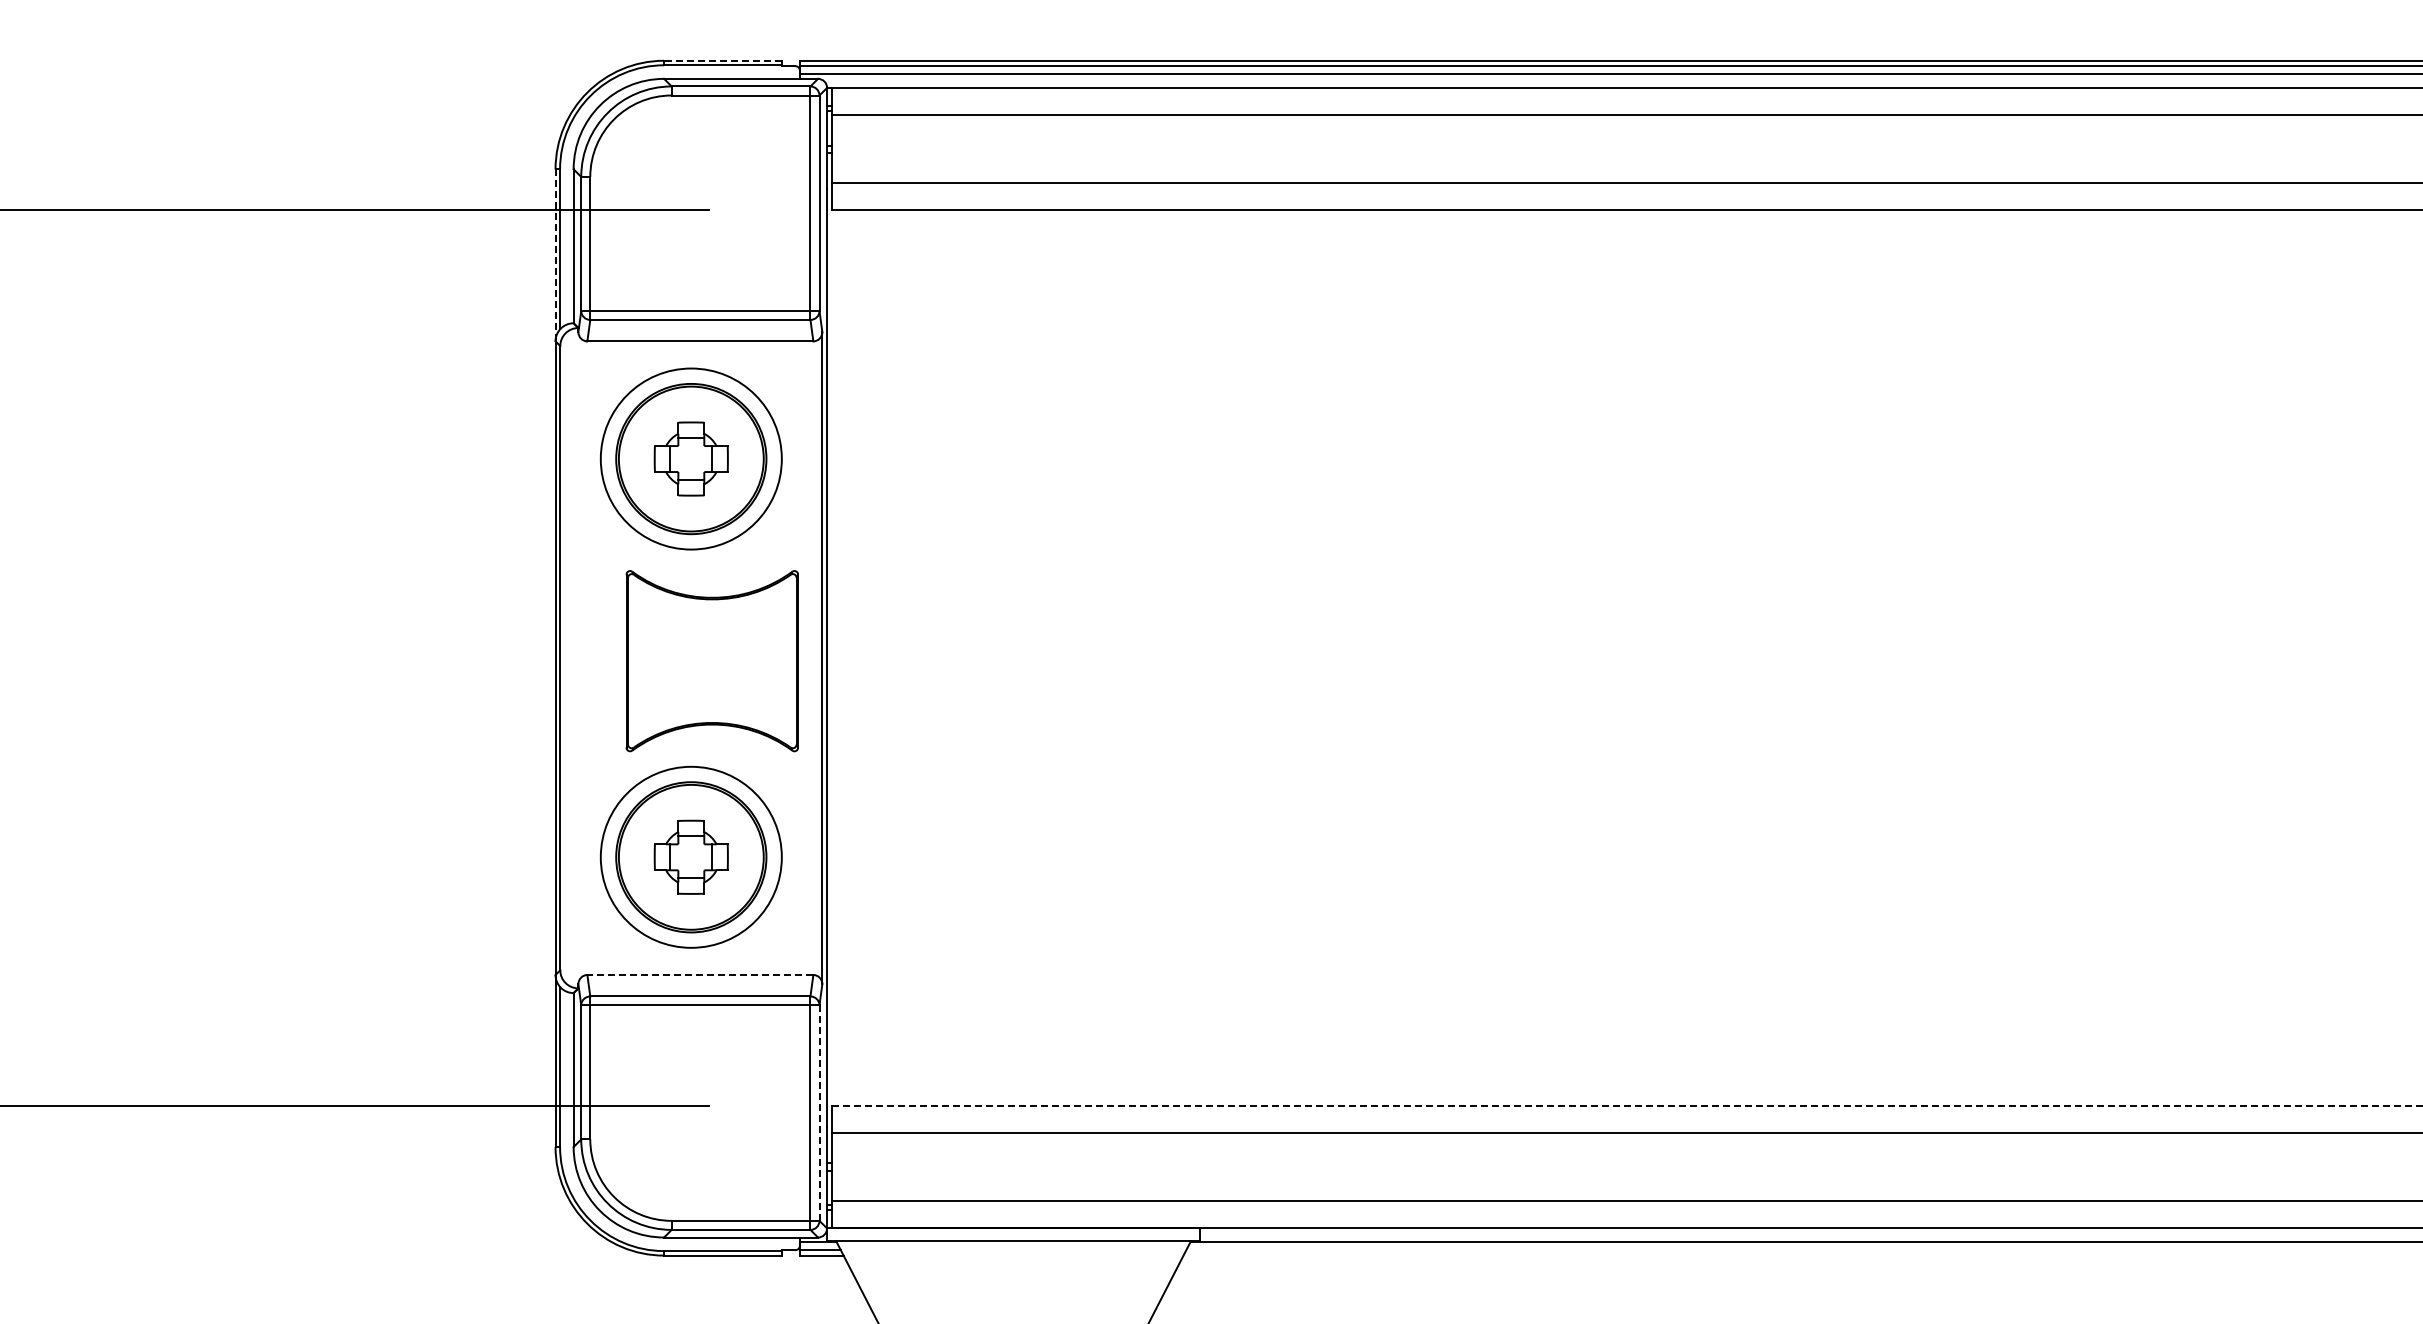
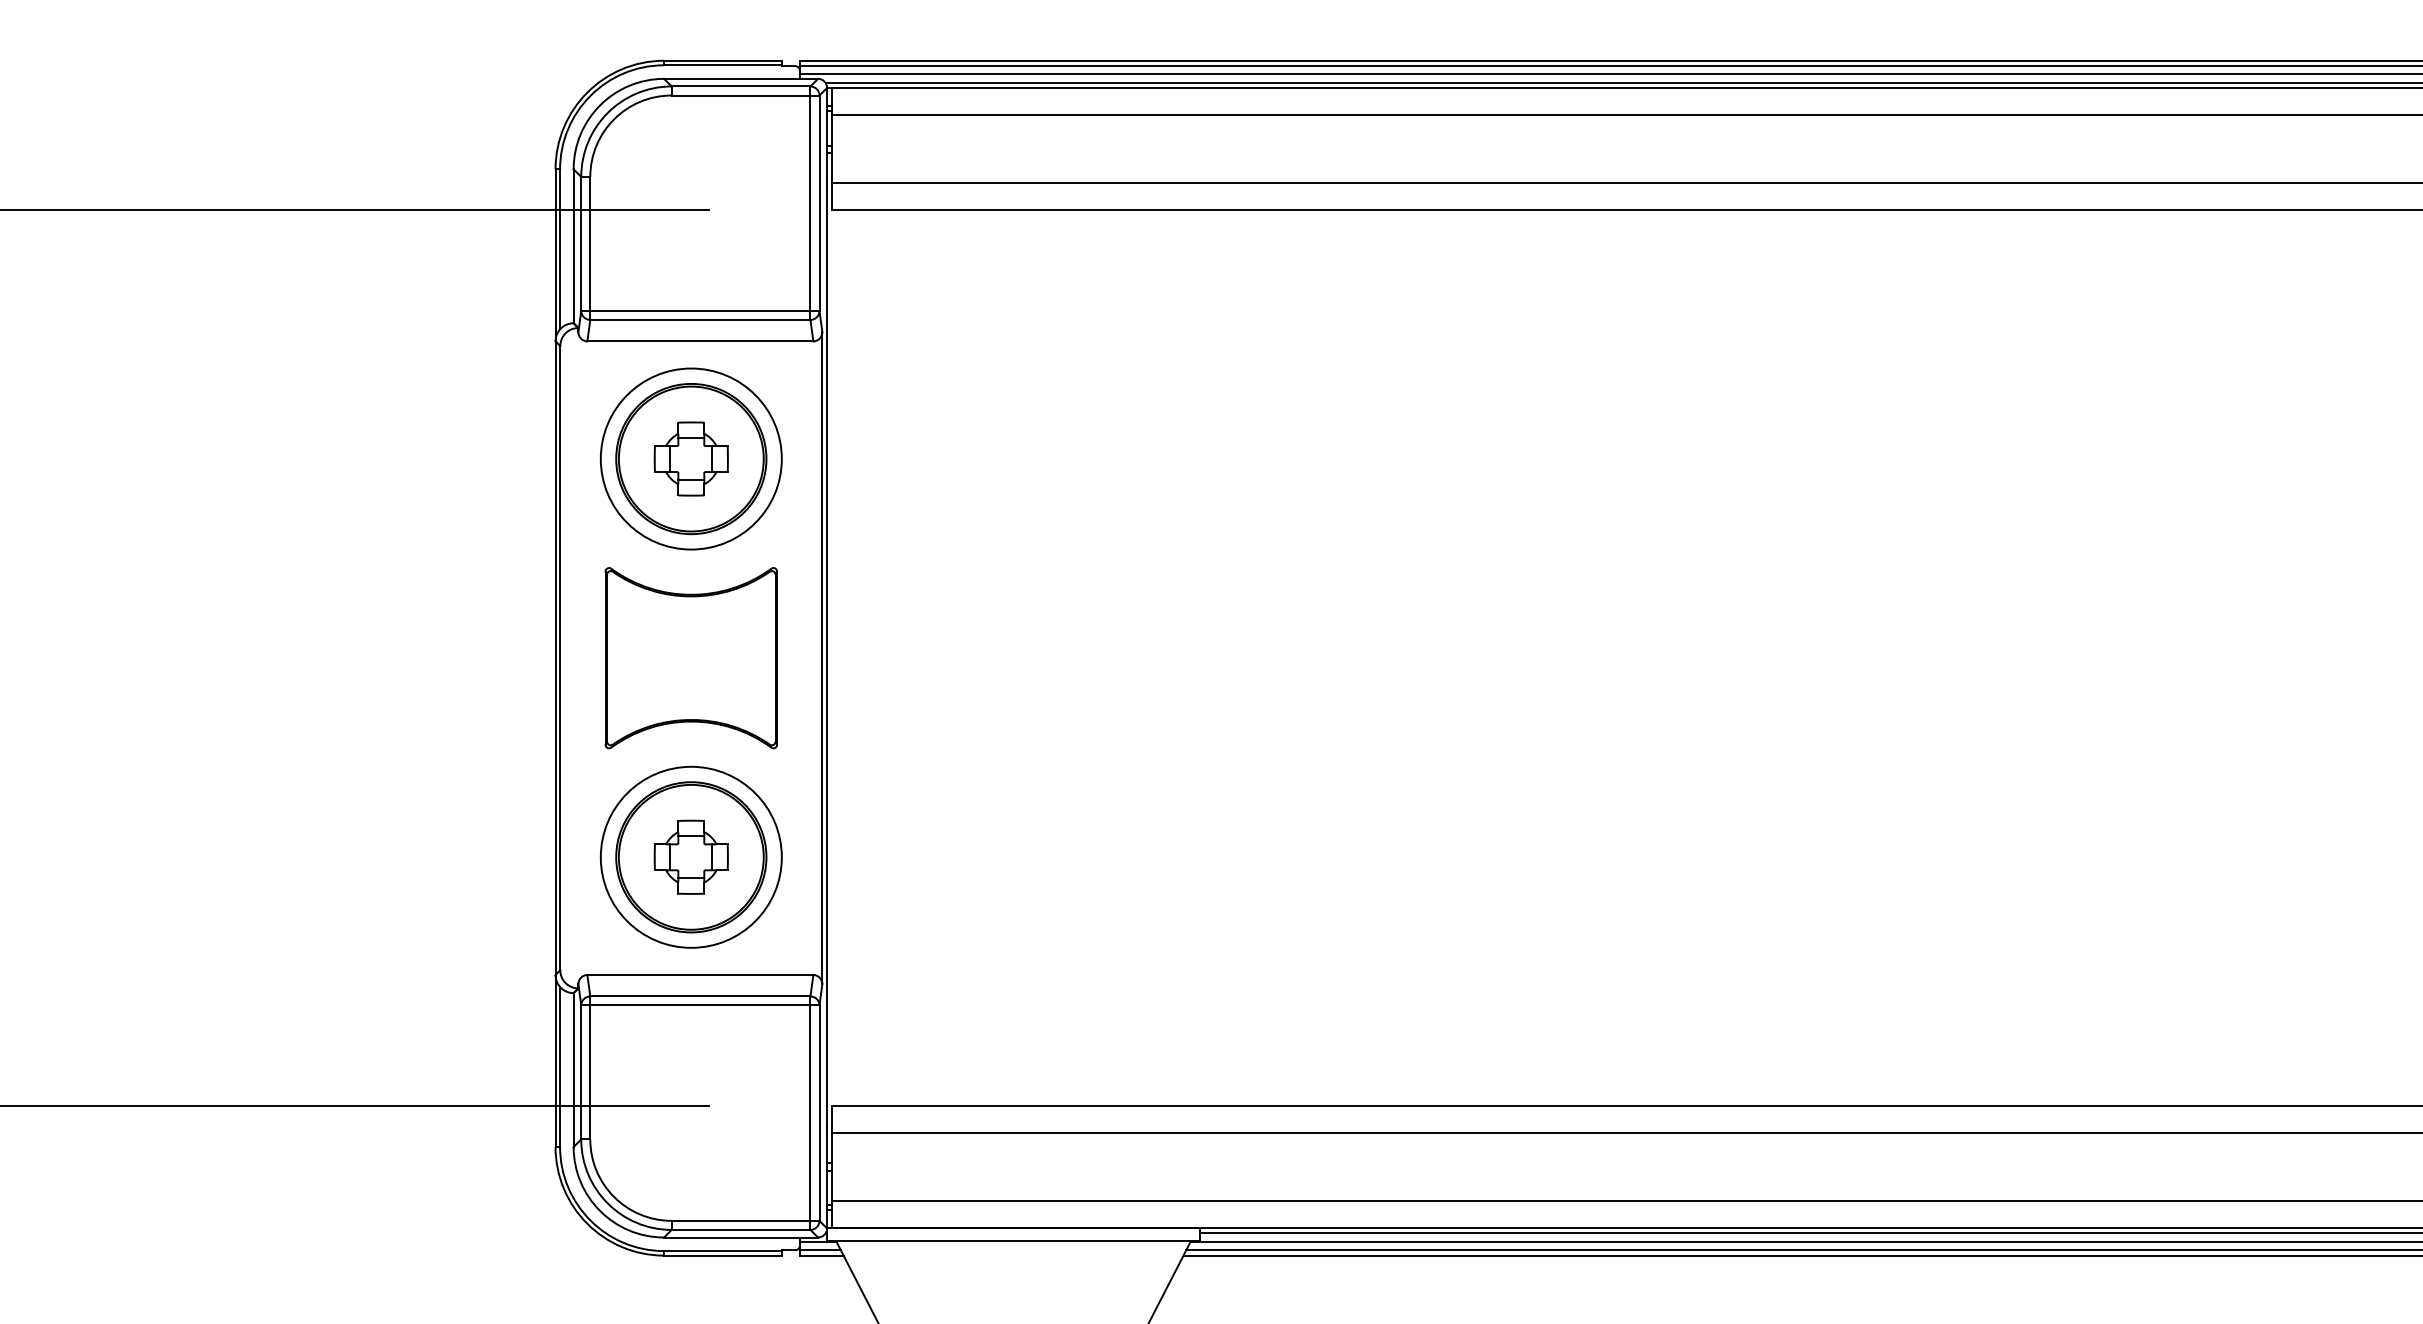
line at (723, 60): dashed -> solid
line at (1622, 83): none -> present
line at (555, 255): dashed -> solid
part at (711, 661) position: (711, 661) -> (690, 658)
line at (699, 975): dashed -> solid
line at (1627, 1106): dashed -> solid
line at (819, 1113): dashed -> solid
line at (1809, 1232): none -> present
line at (1802, 1250): none -> present
line at (1801, 1255): none -> present
